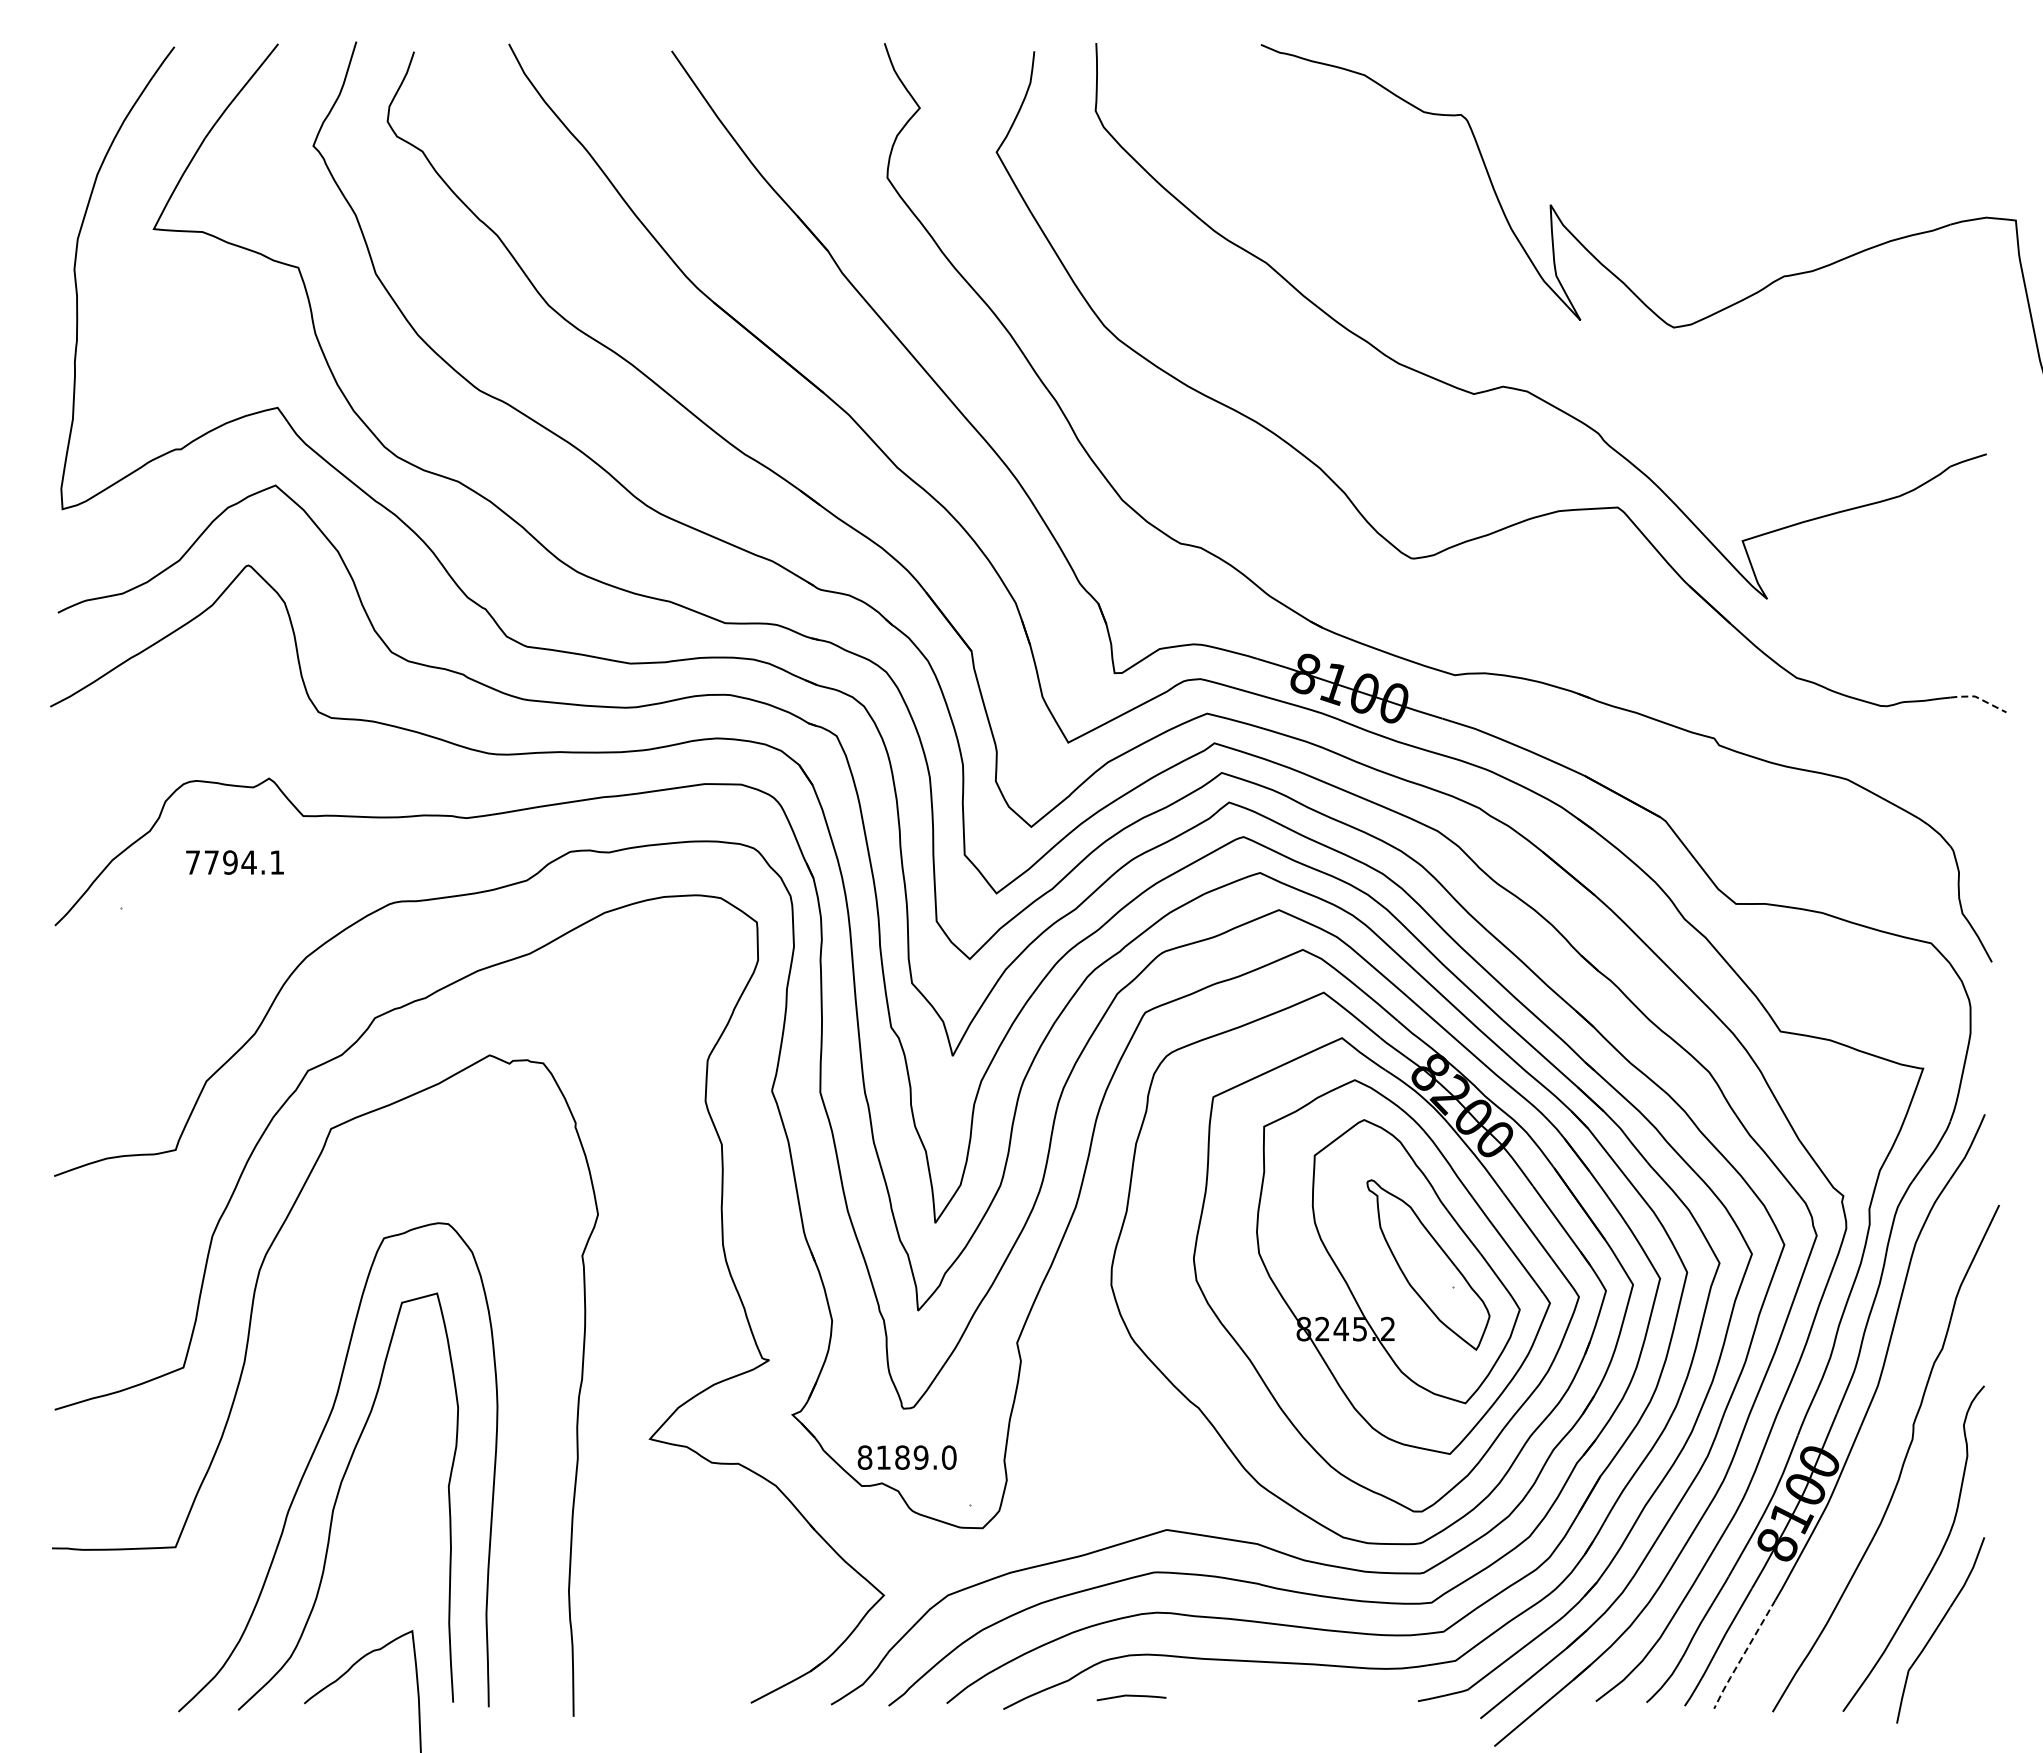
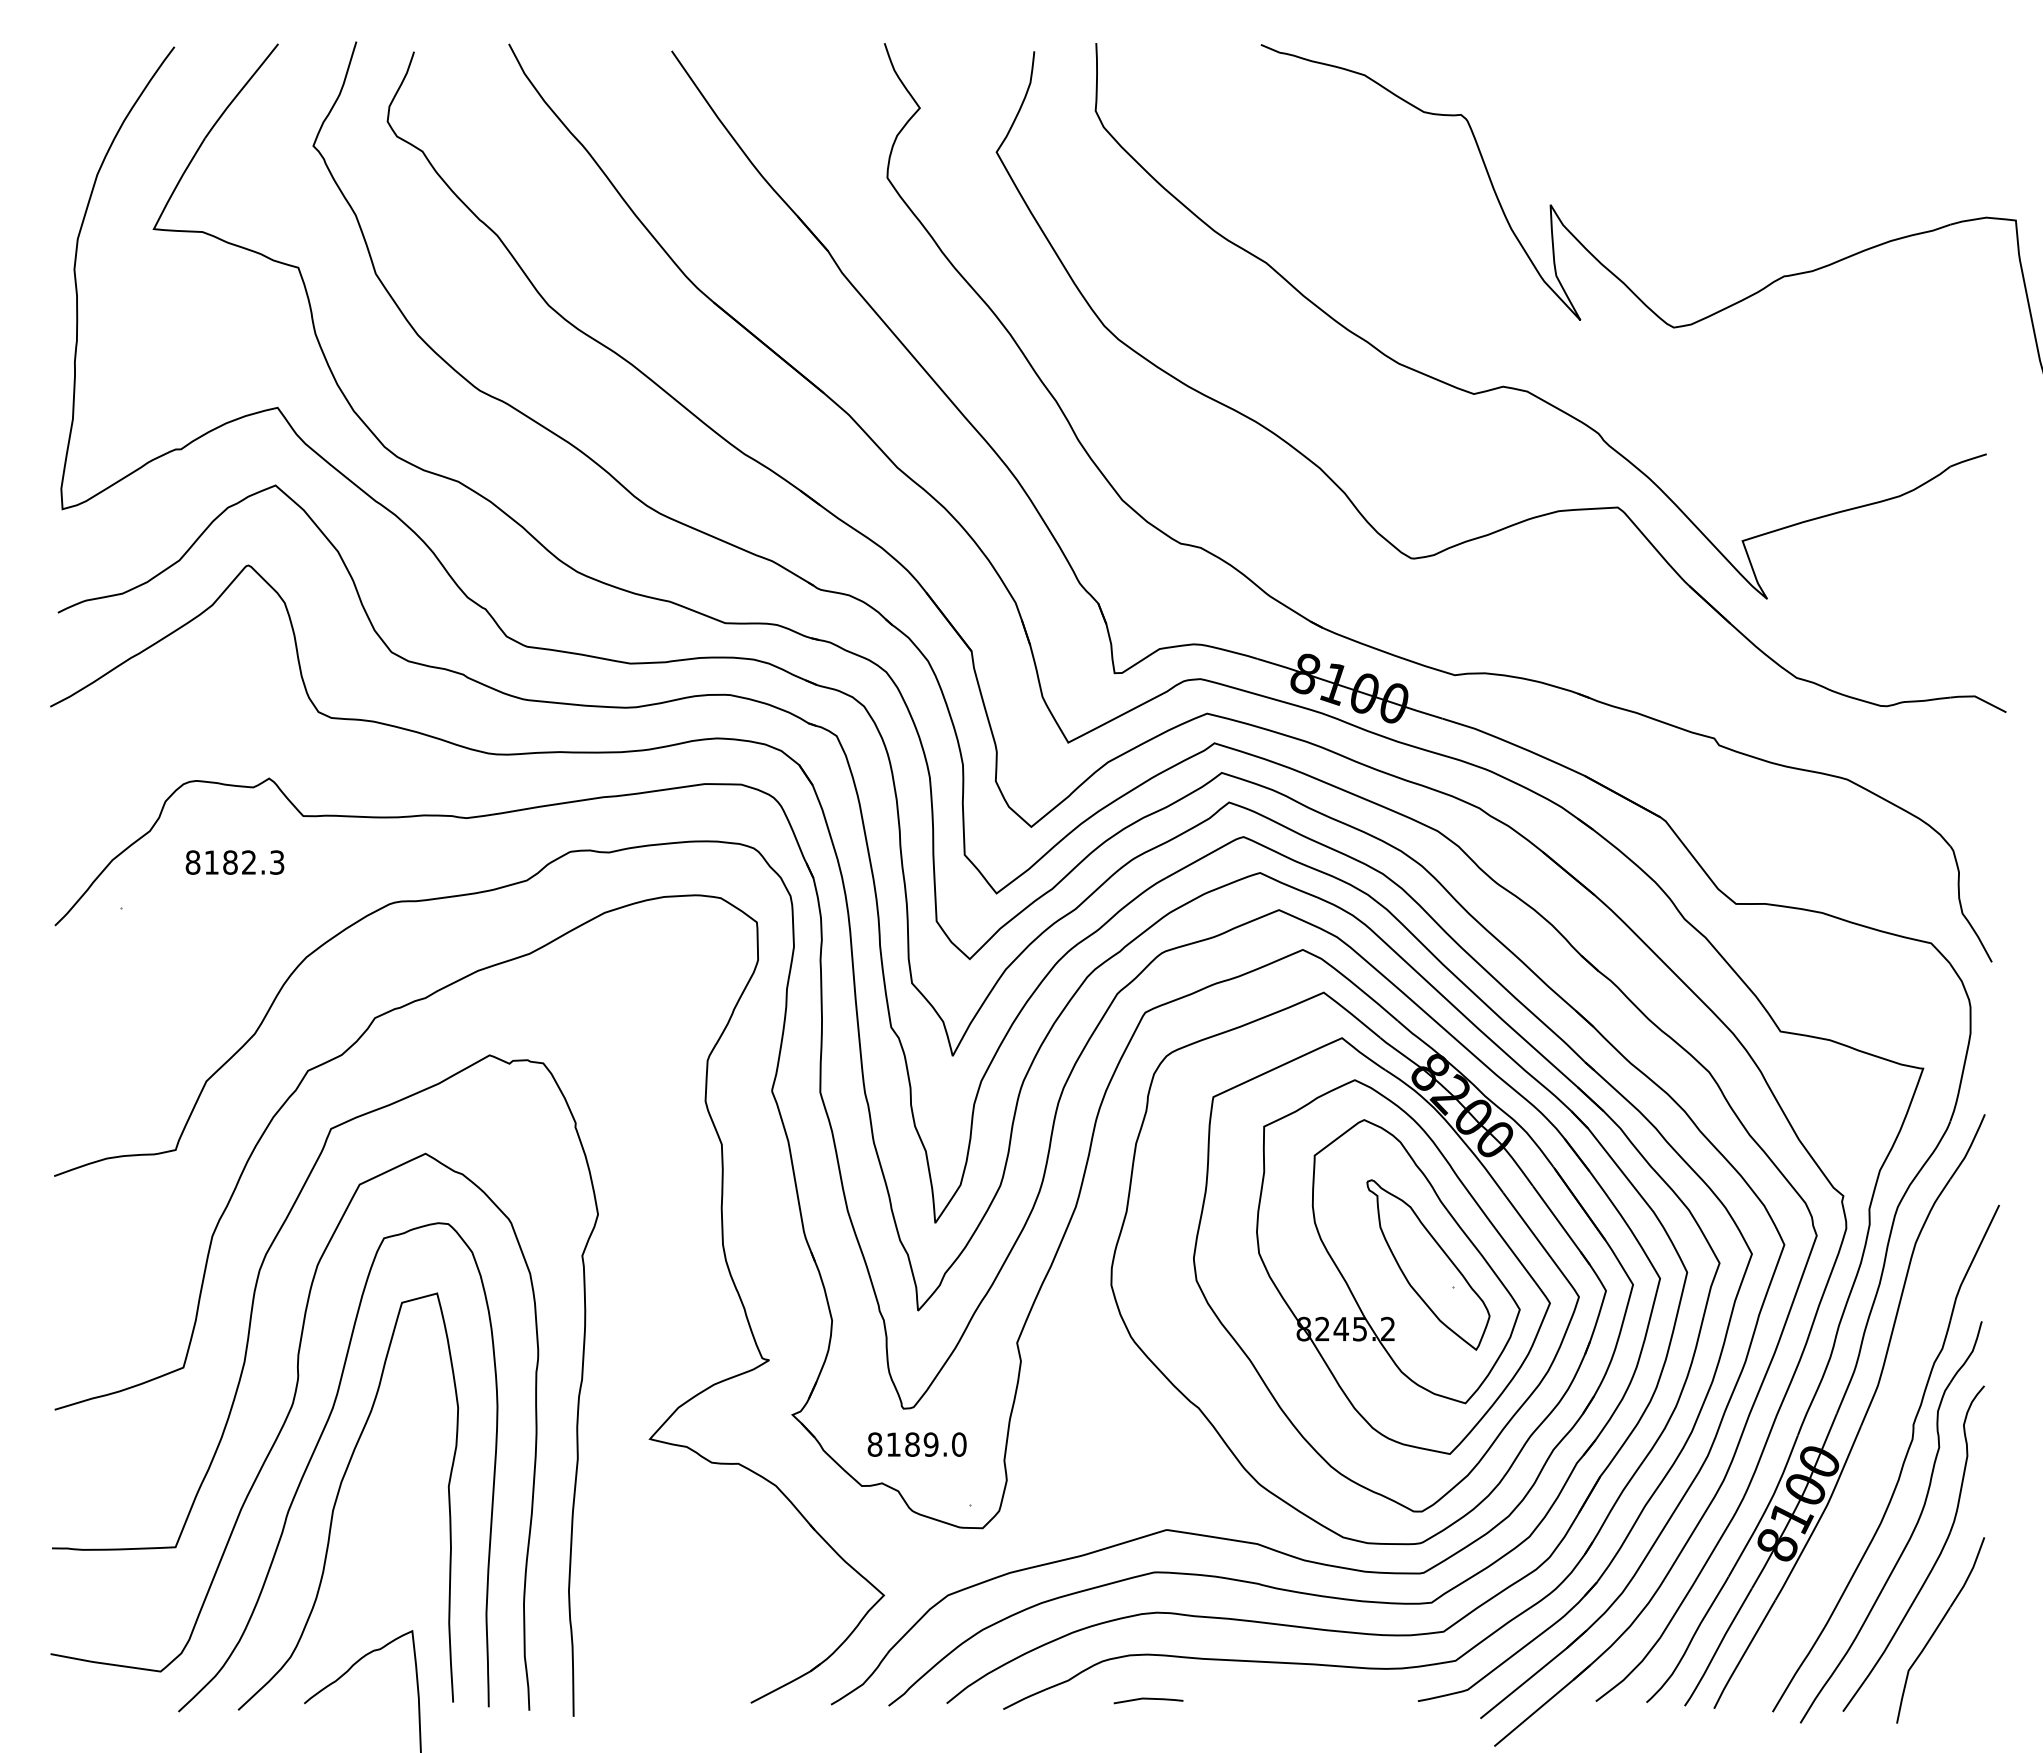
line at (1979, 698): dashed -> solid
text at (234, 862): 7794.1 -> 8182.3
curve at (284, 1425): none -> present
text at (906, 1457) position: (906, 1457) -> (916, 1444)
part at (1911, 1533): none -> present
line at (1743, 1656): dashed -> solid
curve at (1131, 1696) position: (1131, 1696) -> (1148, 1699)
